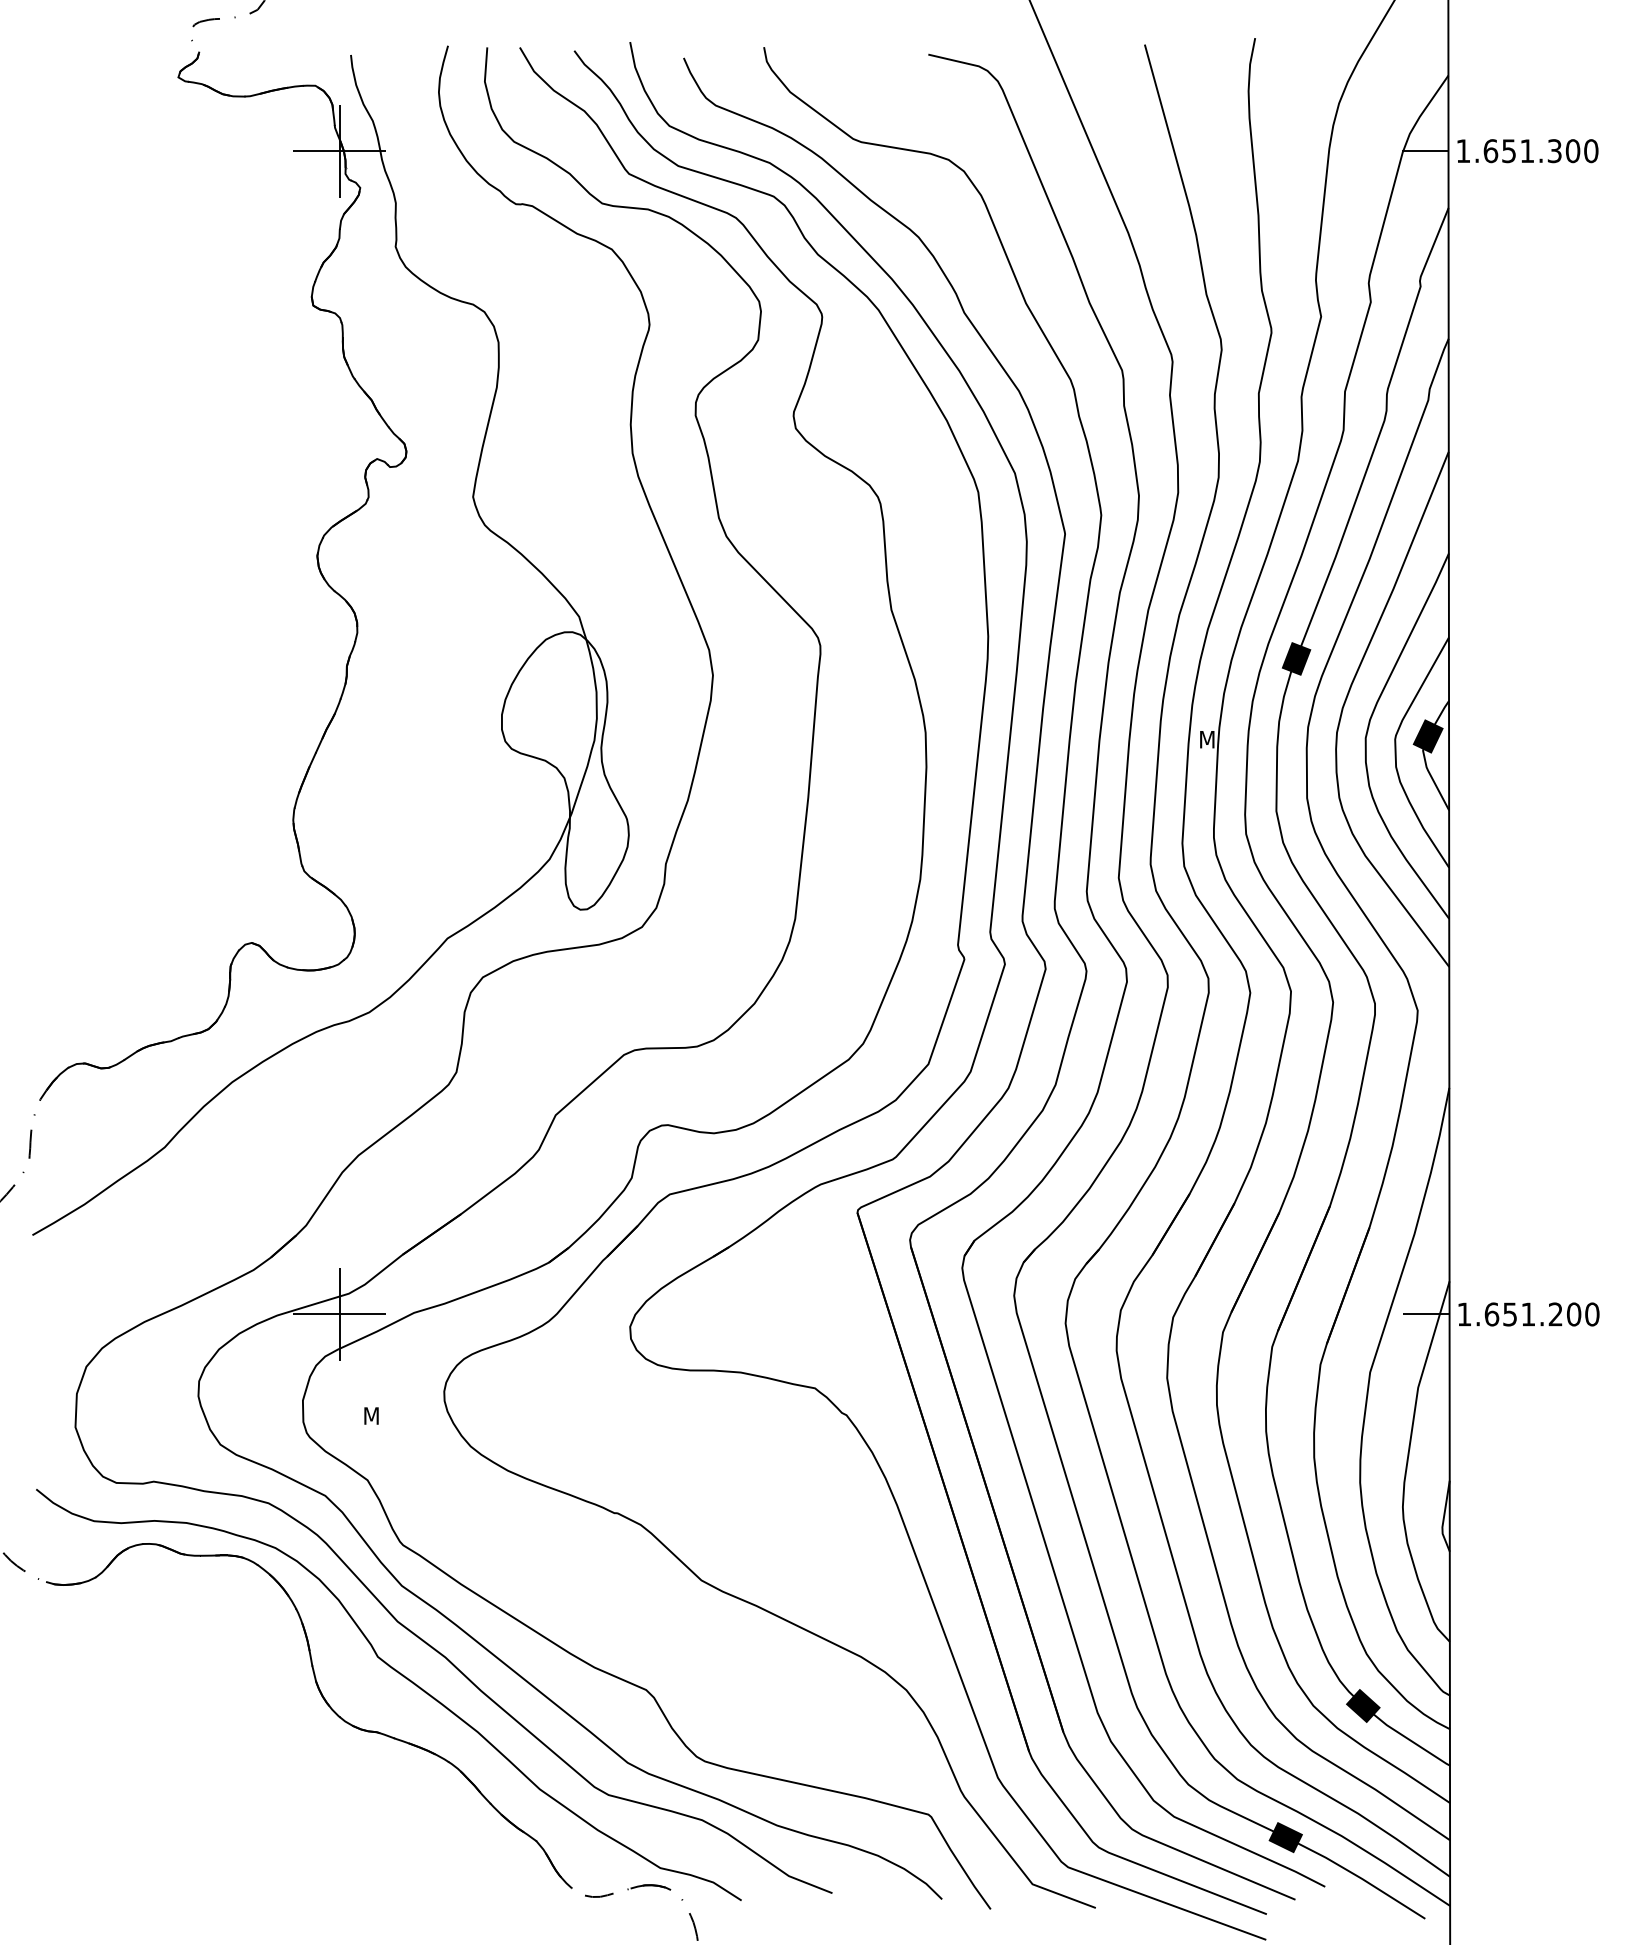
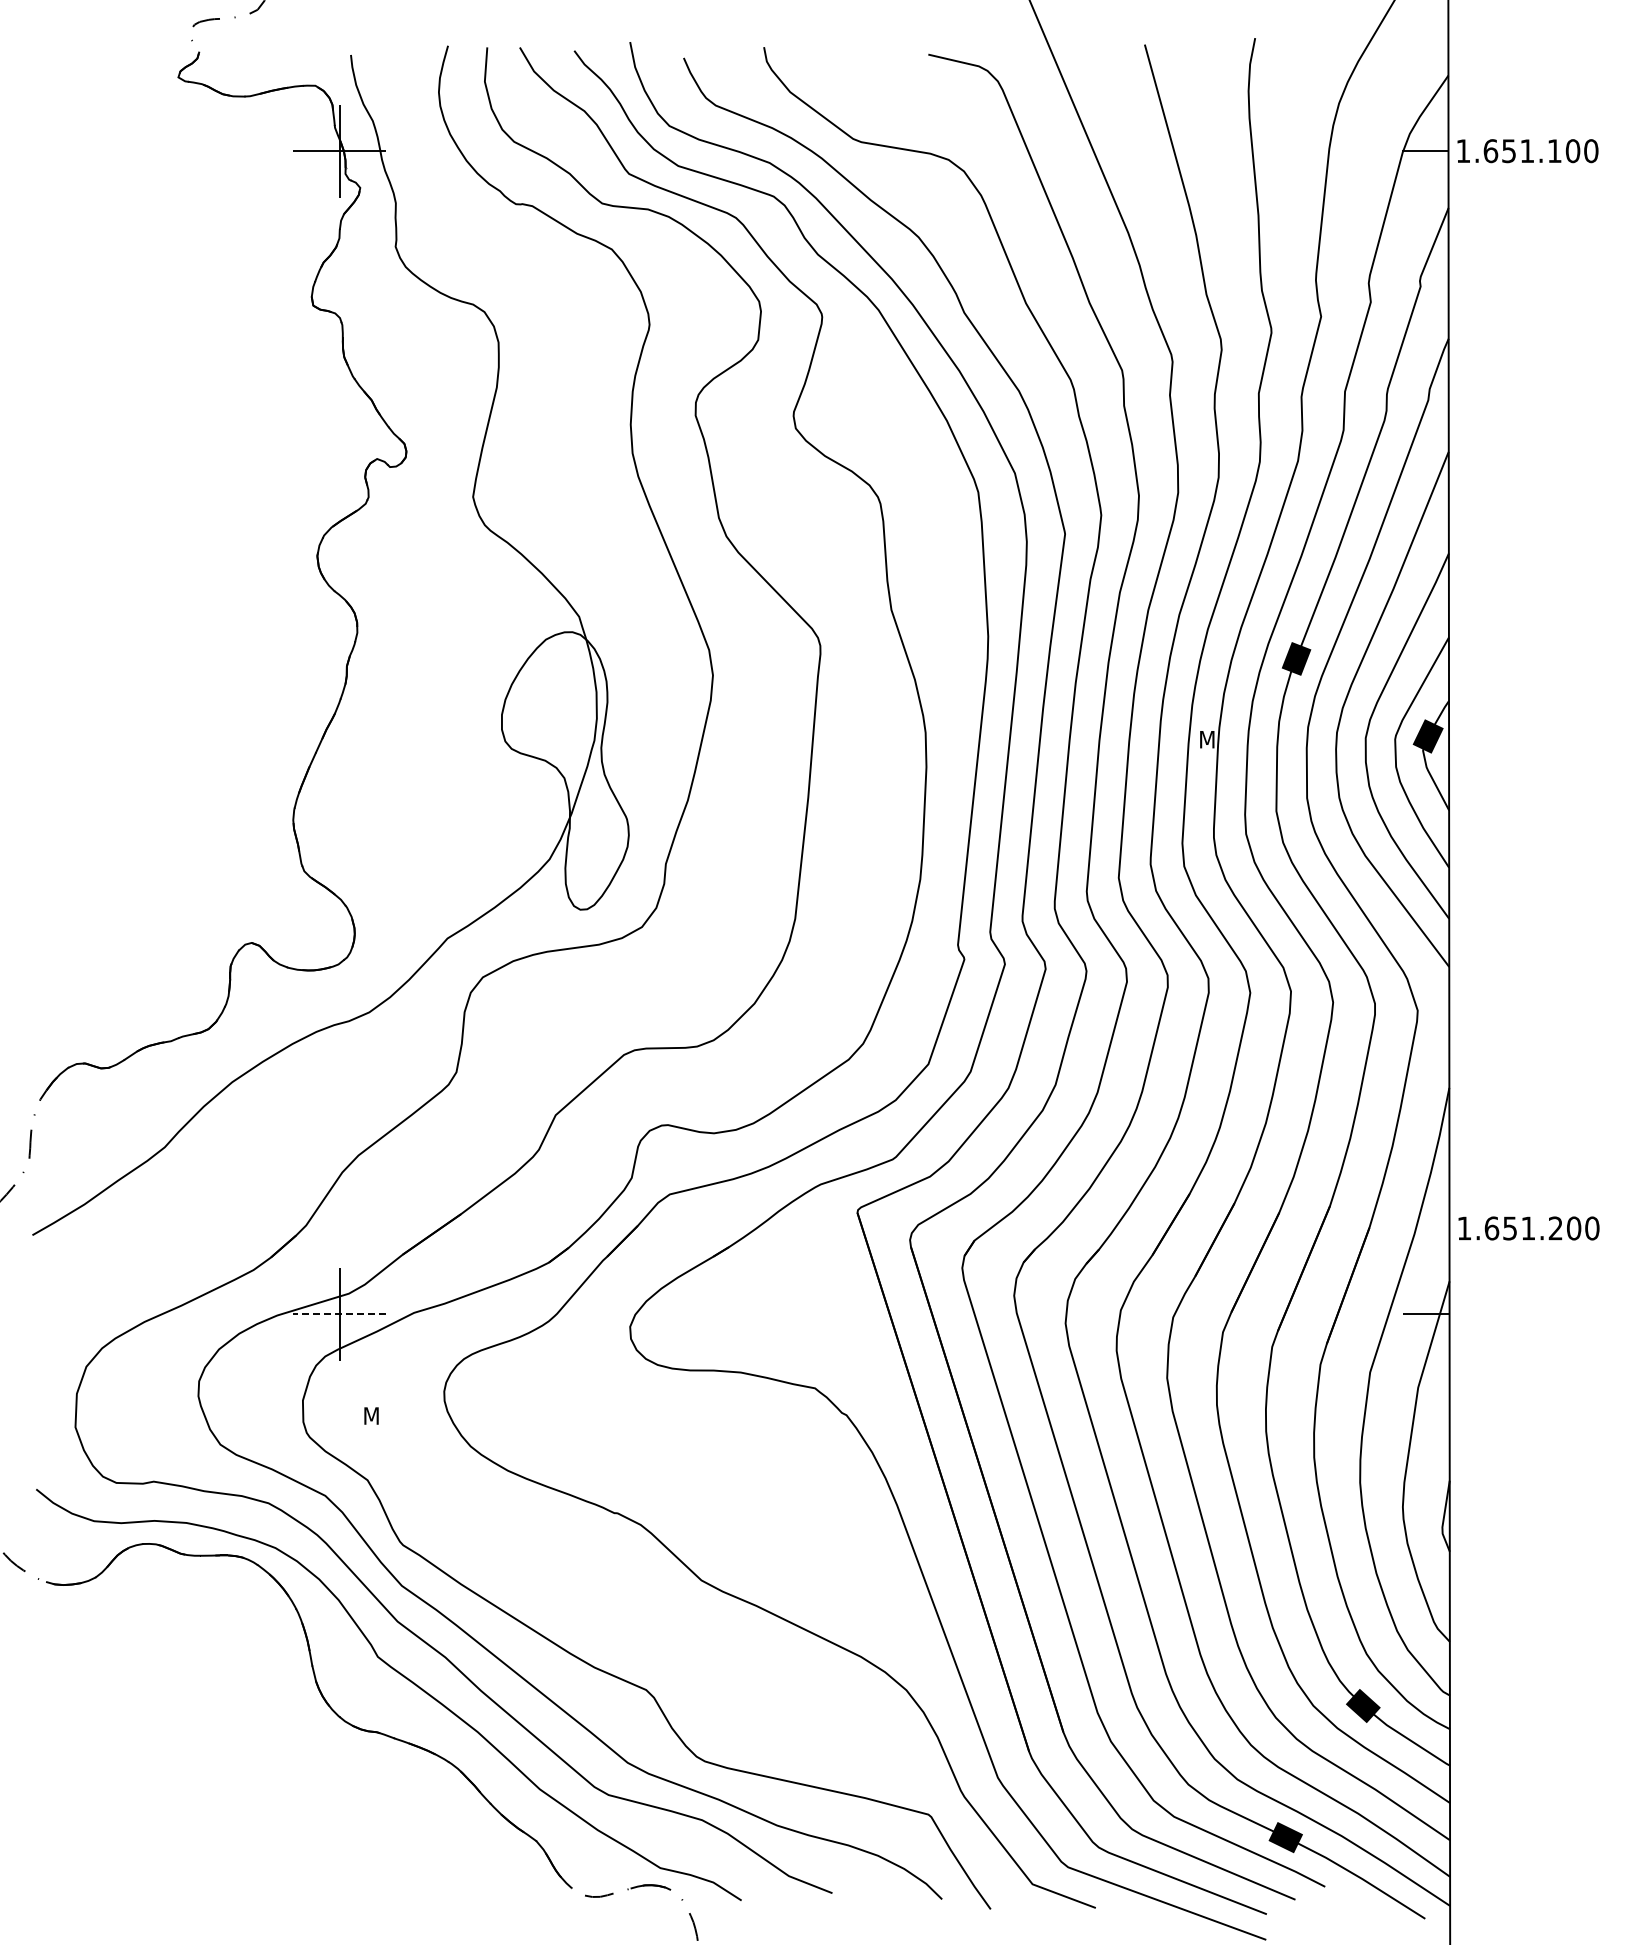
text at (1554, 151): 1.651.300 -> 1.651.100
line at (339, 1314): solid -> dashed
text at (1528, 1314) position: (1528, 1314) -> (1528, 1228)
